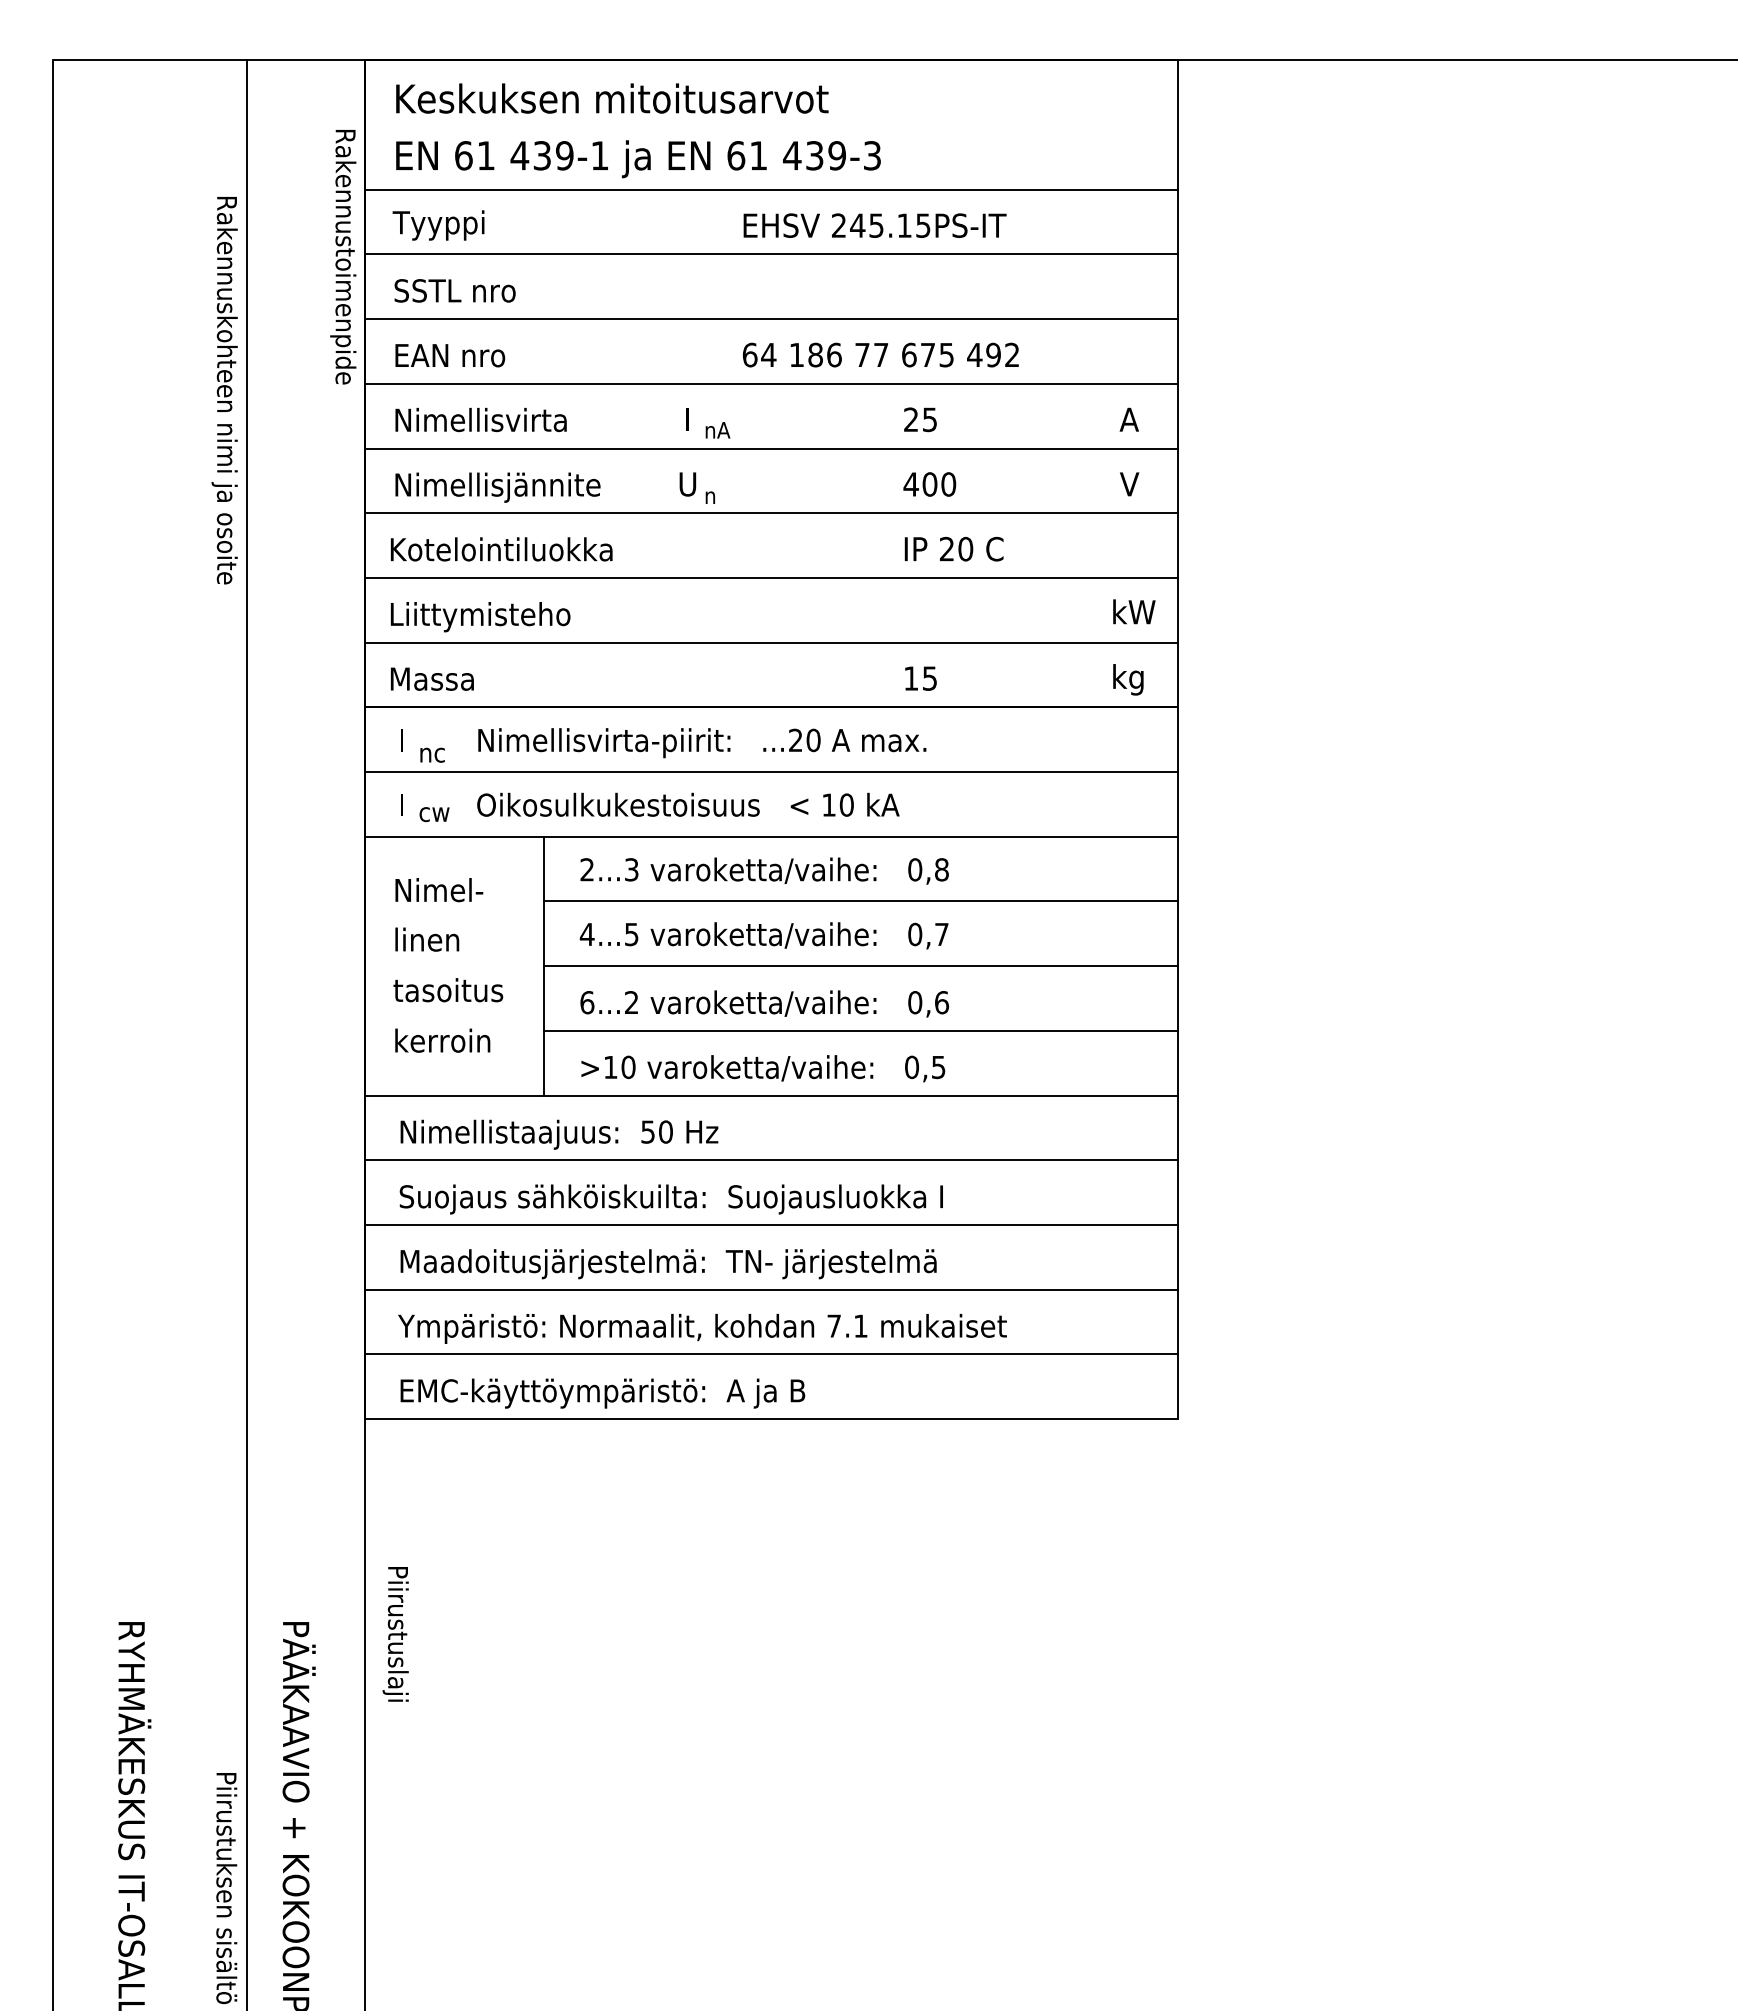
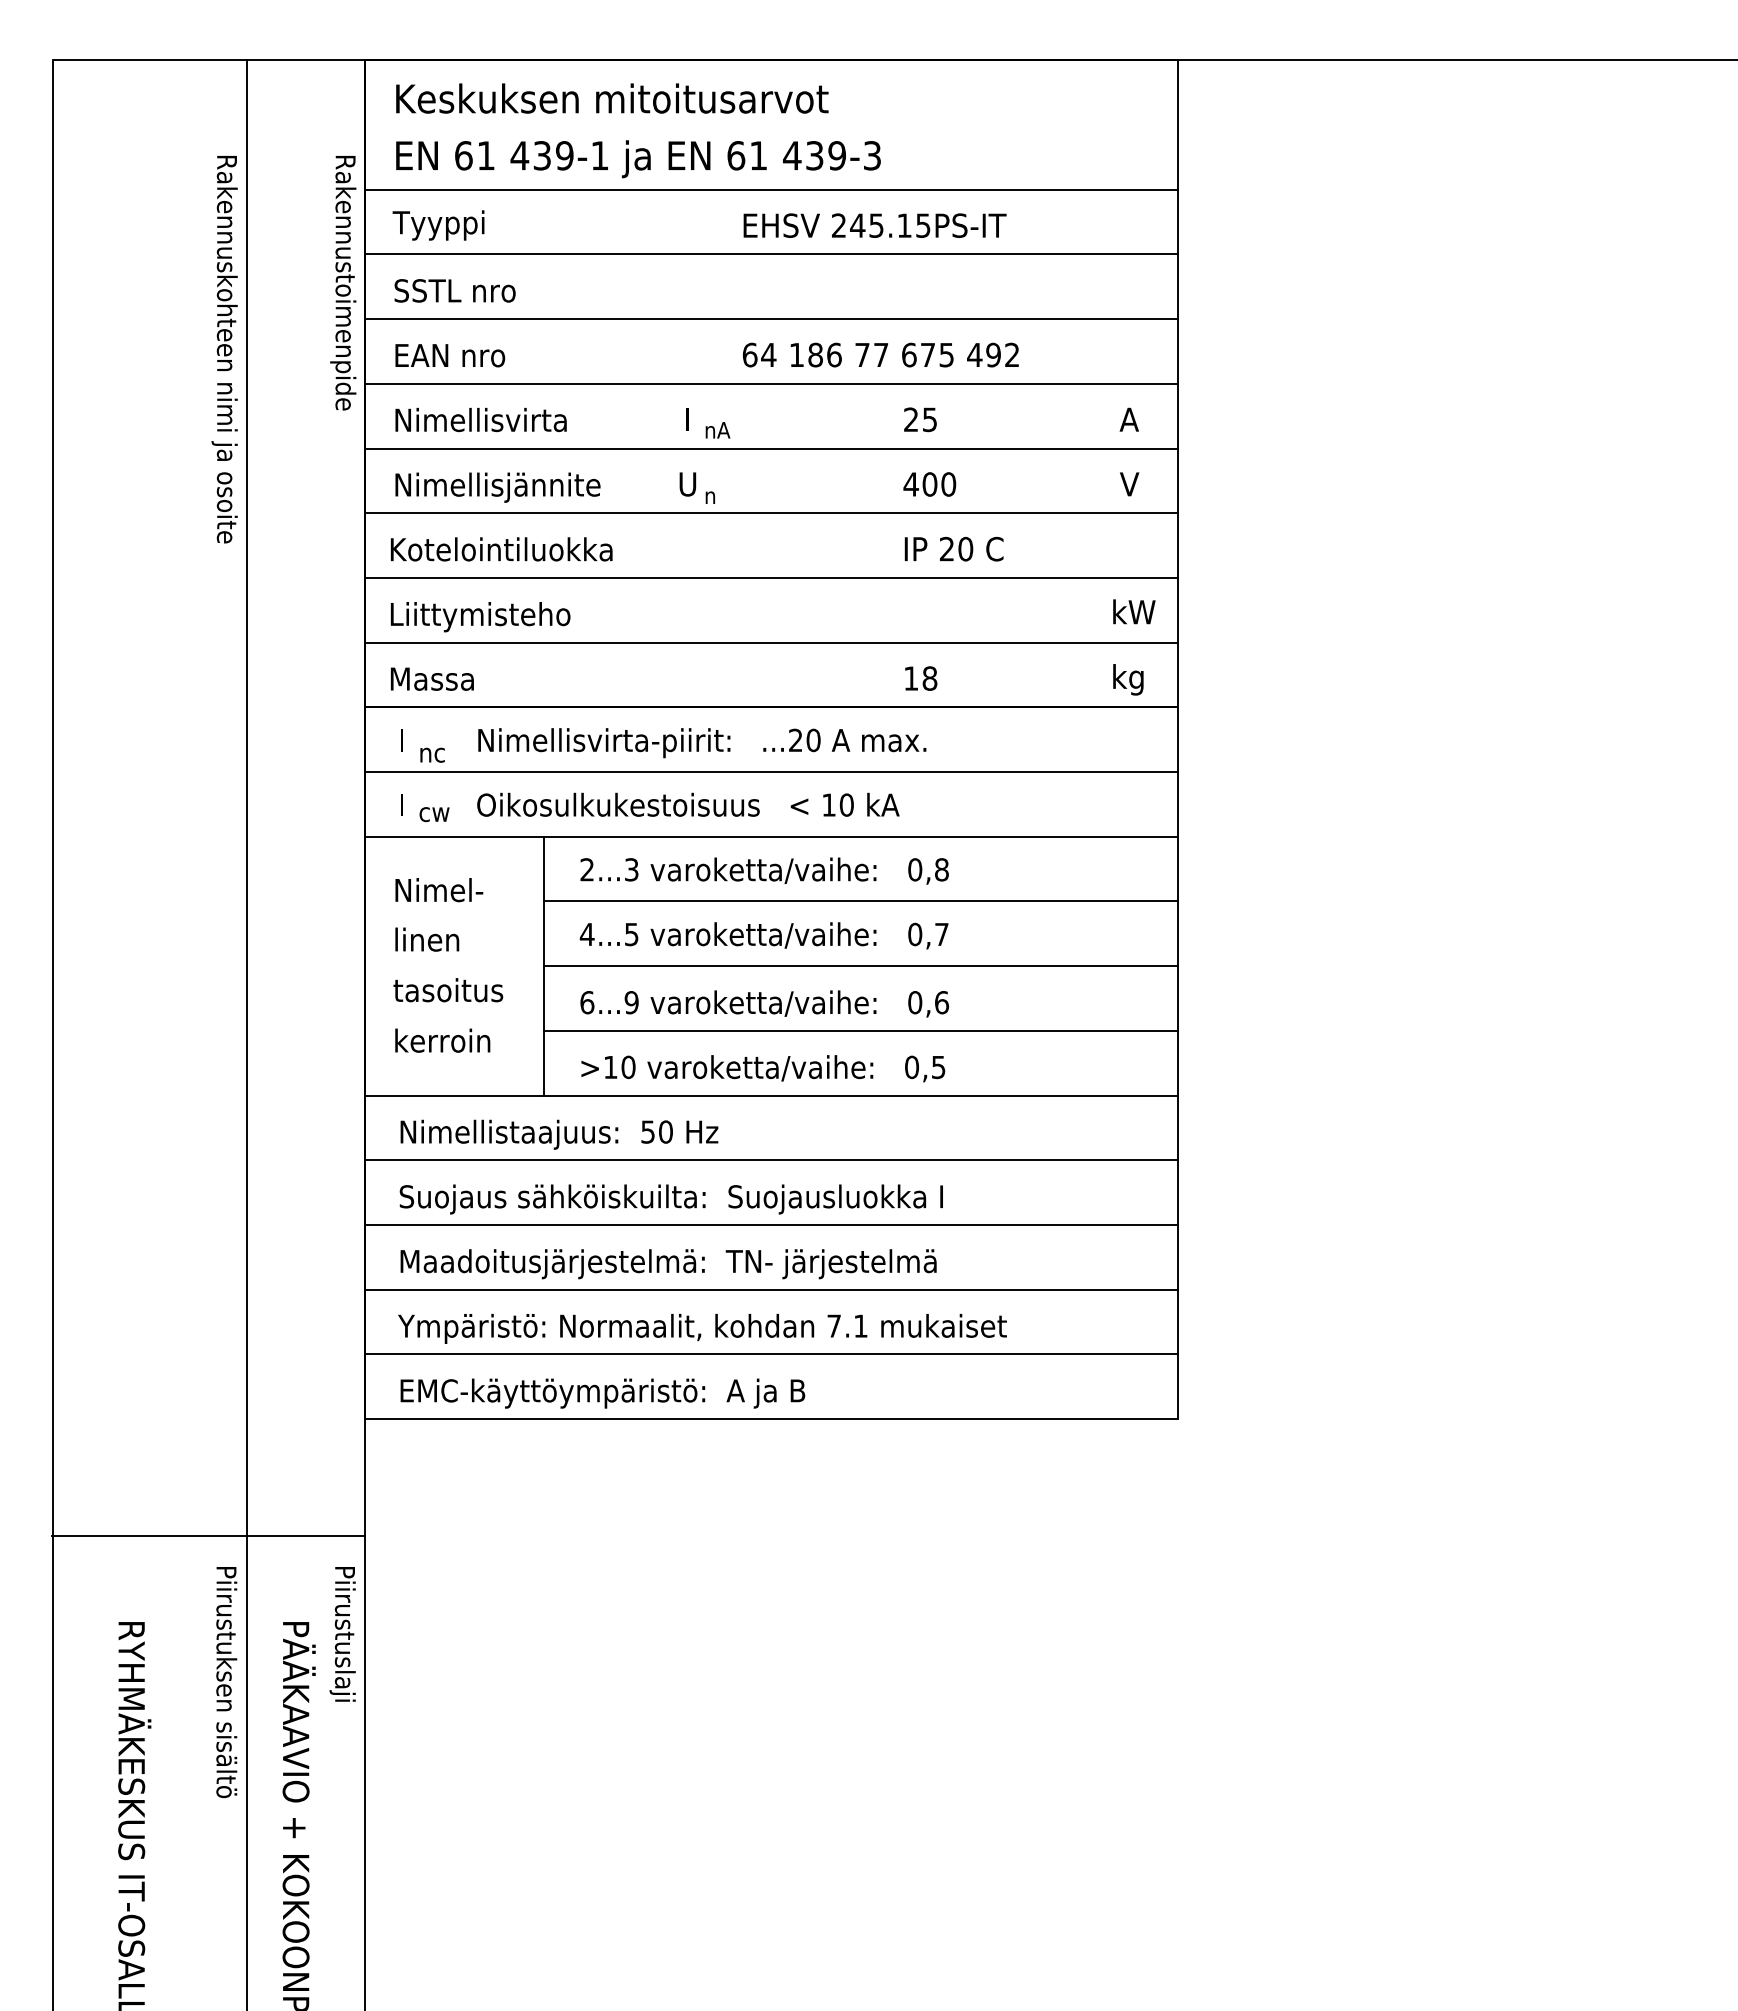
text at (343, 257) position: (343, 257) -> (343, 283)
text at (224, 390) position: (224, 390) -> (224, 349)
text at (929, 678): 15 -> 18
text at (631, 1002): 6...2 -> 6...9
line at (208, 1535): none -> present
text at (395, 1634) position: (395, 1634) -> (342, 1634)
text at (226, 1888) position: (226, 1888) -> (226, 1682)
